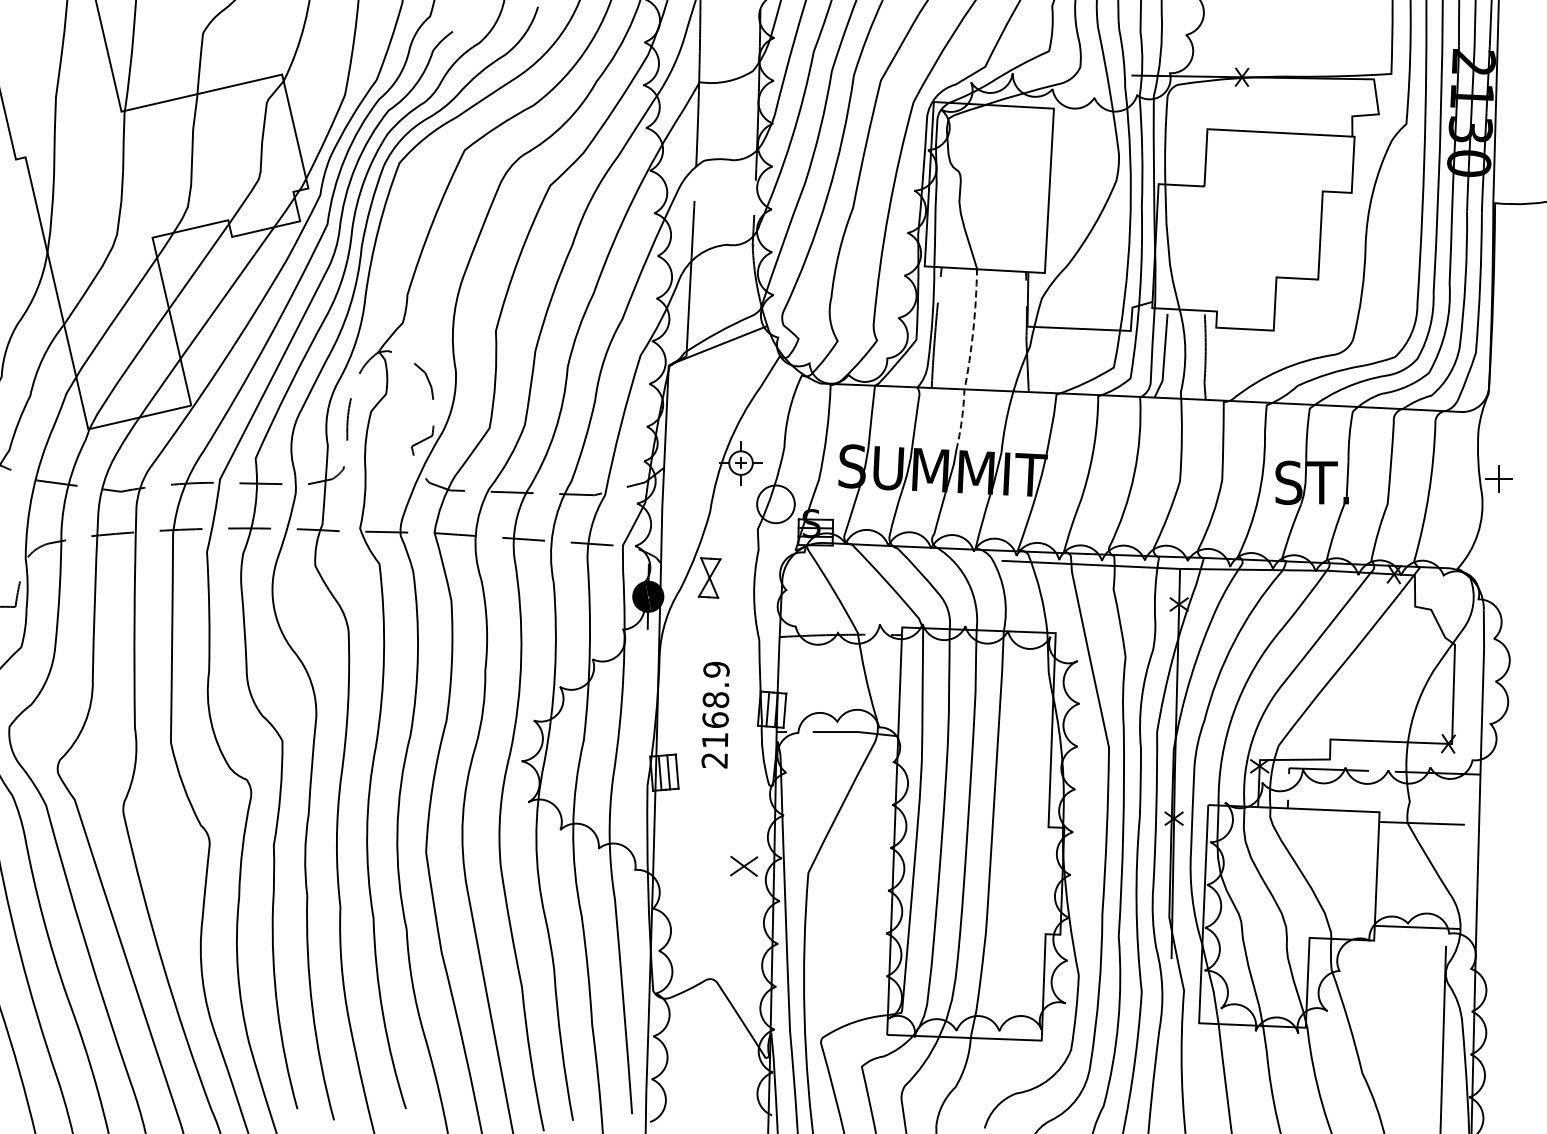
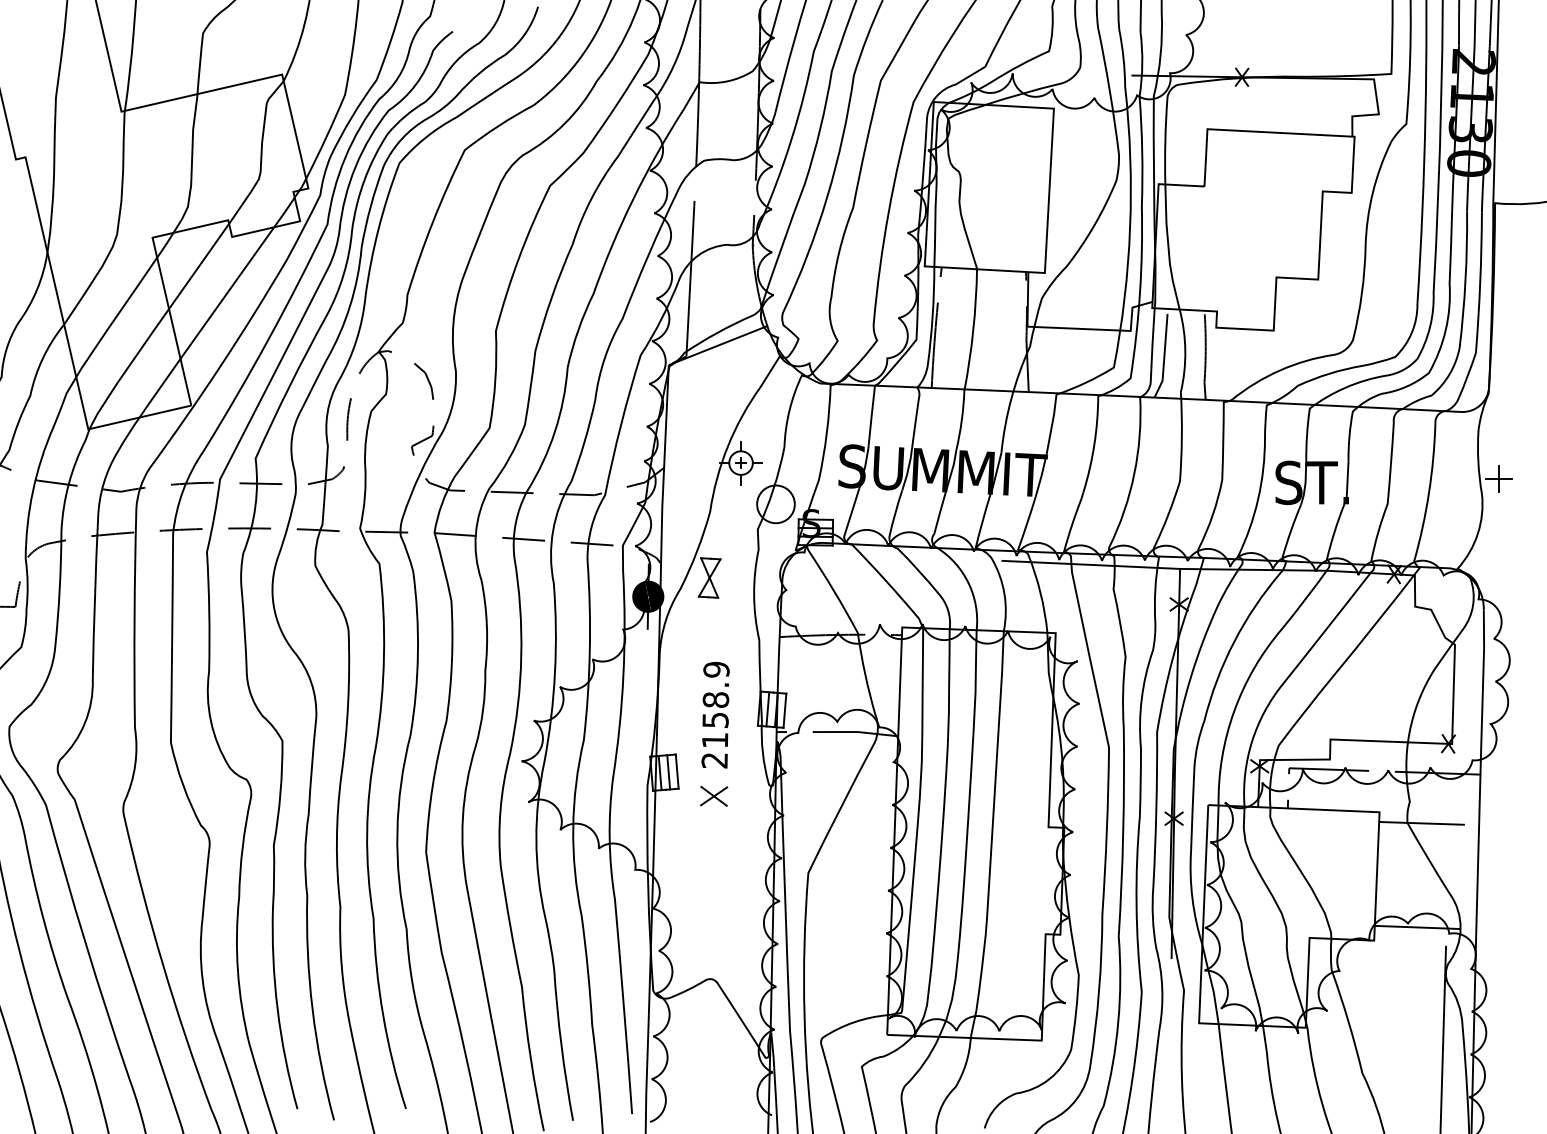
line at (969, 360): dashed -> solid
text at (715, 719): 2168.9 -> 2158.9
part at (744, 865) position: (744, 865) -> (714, 795)
